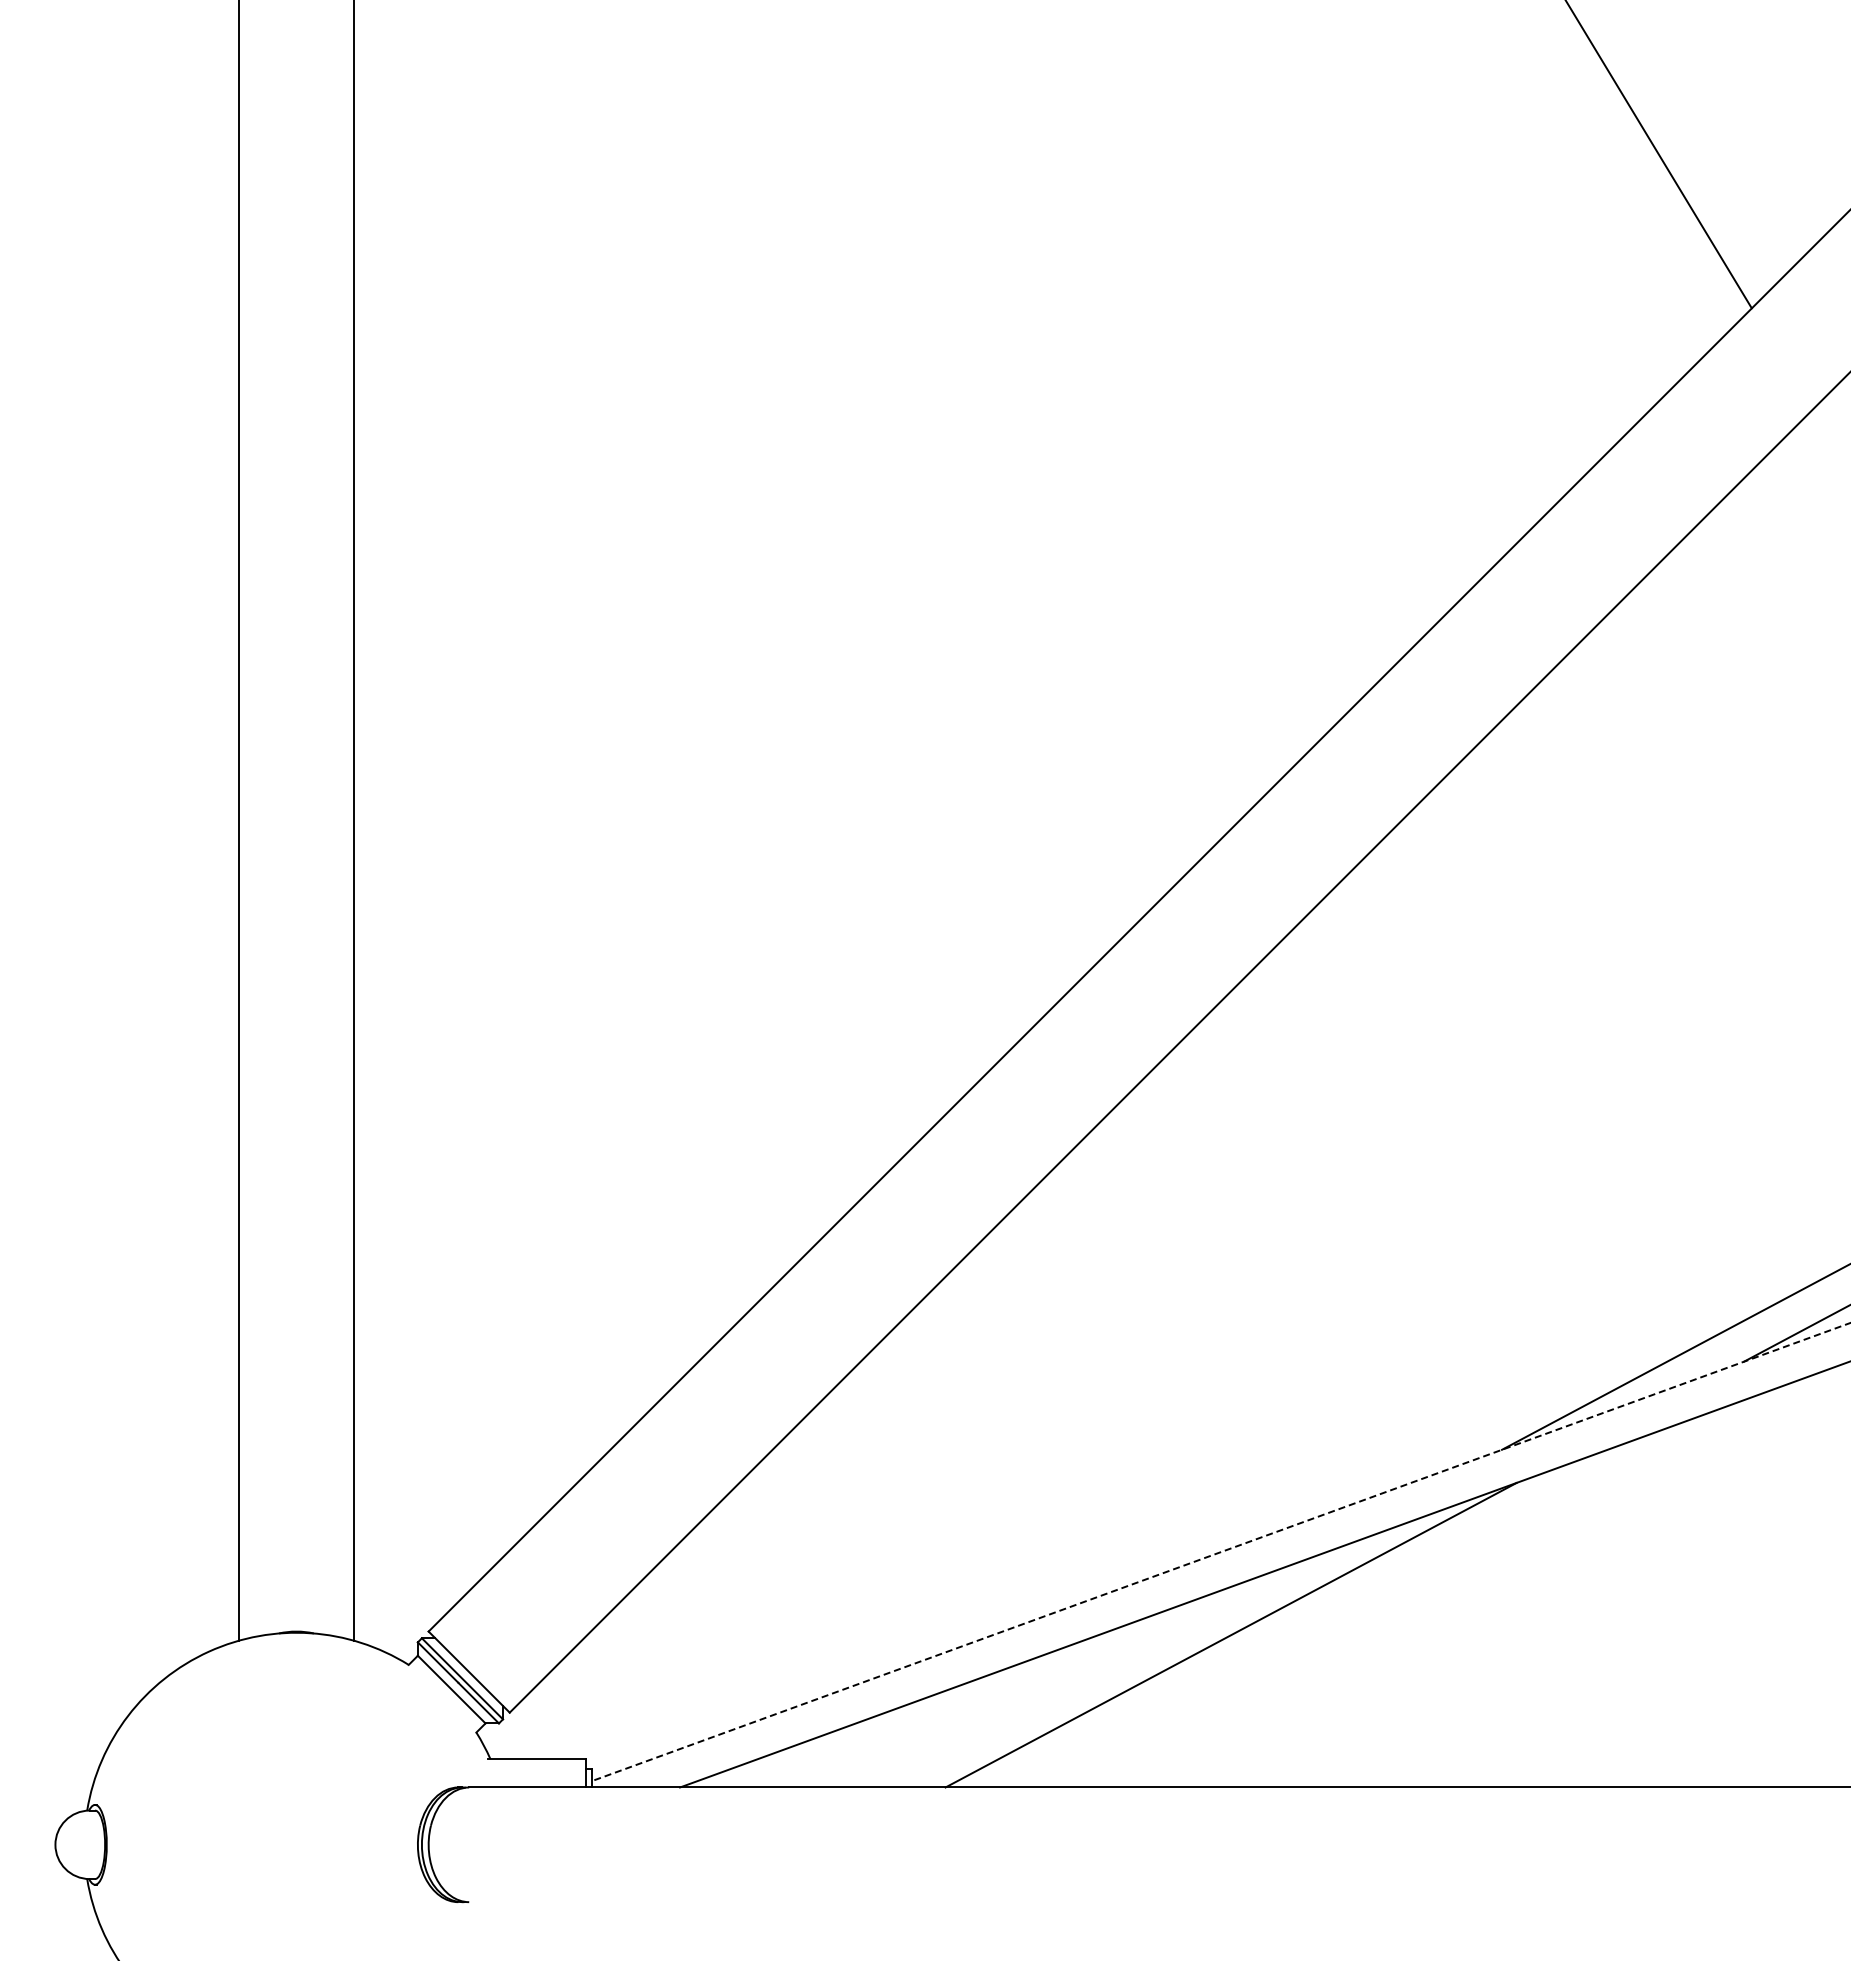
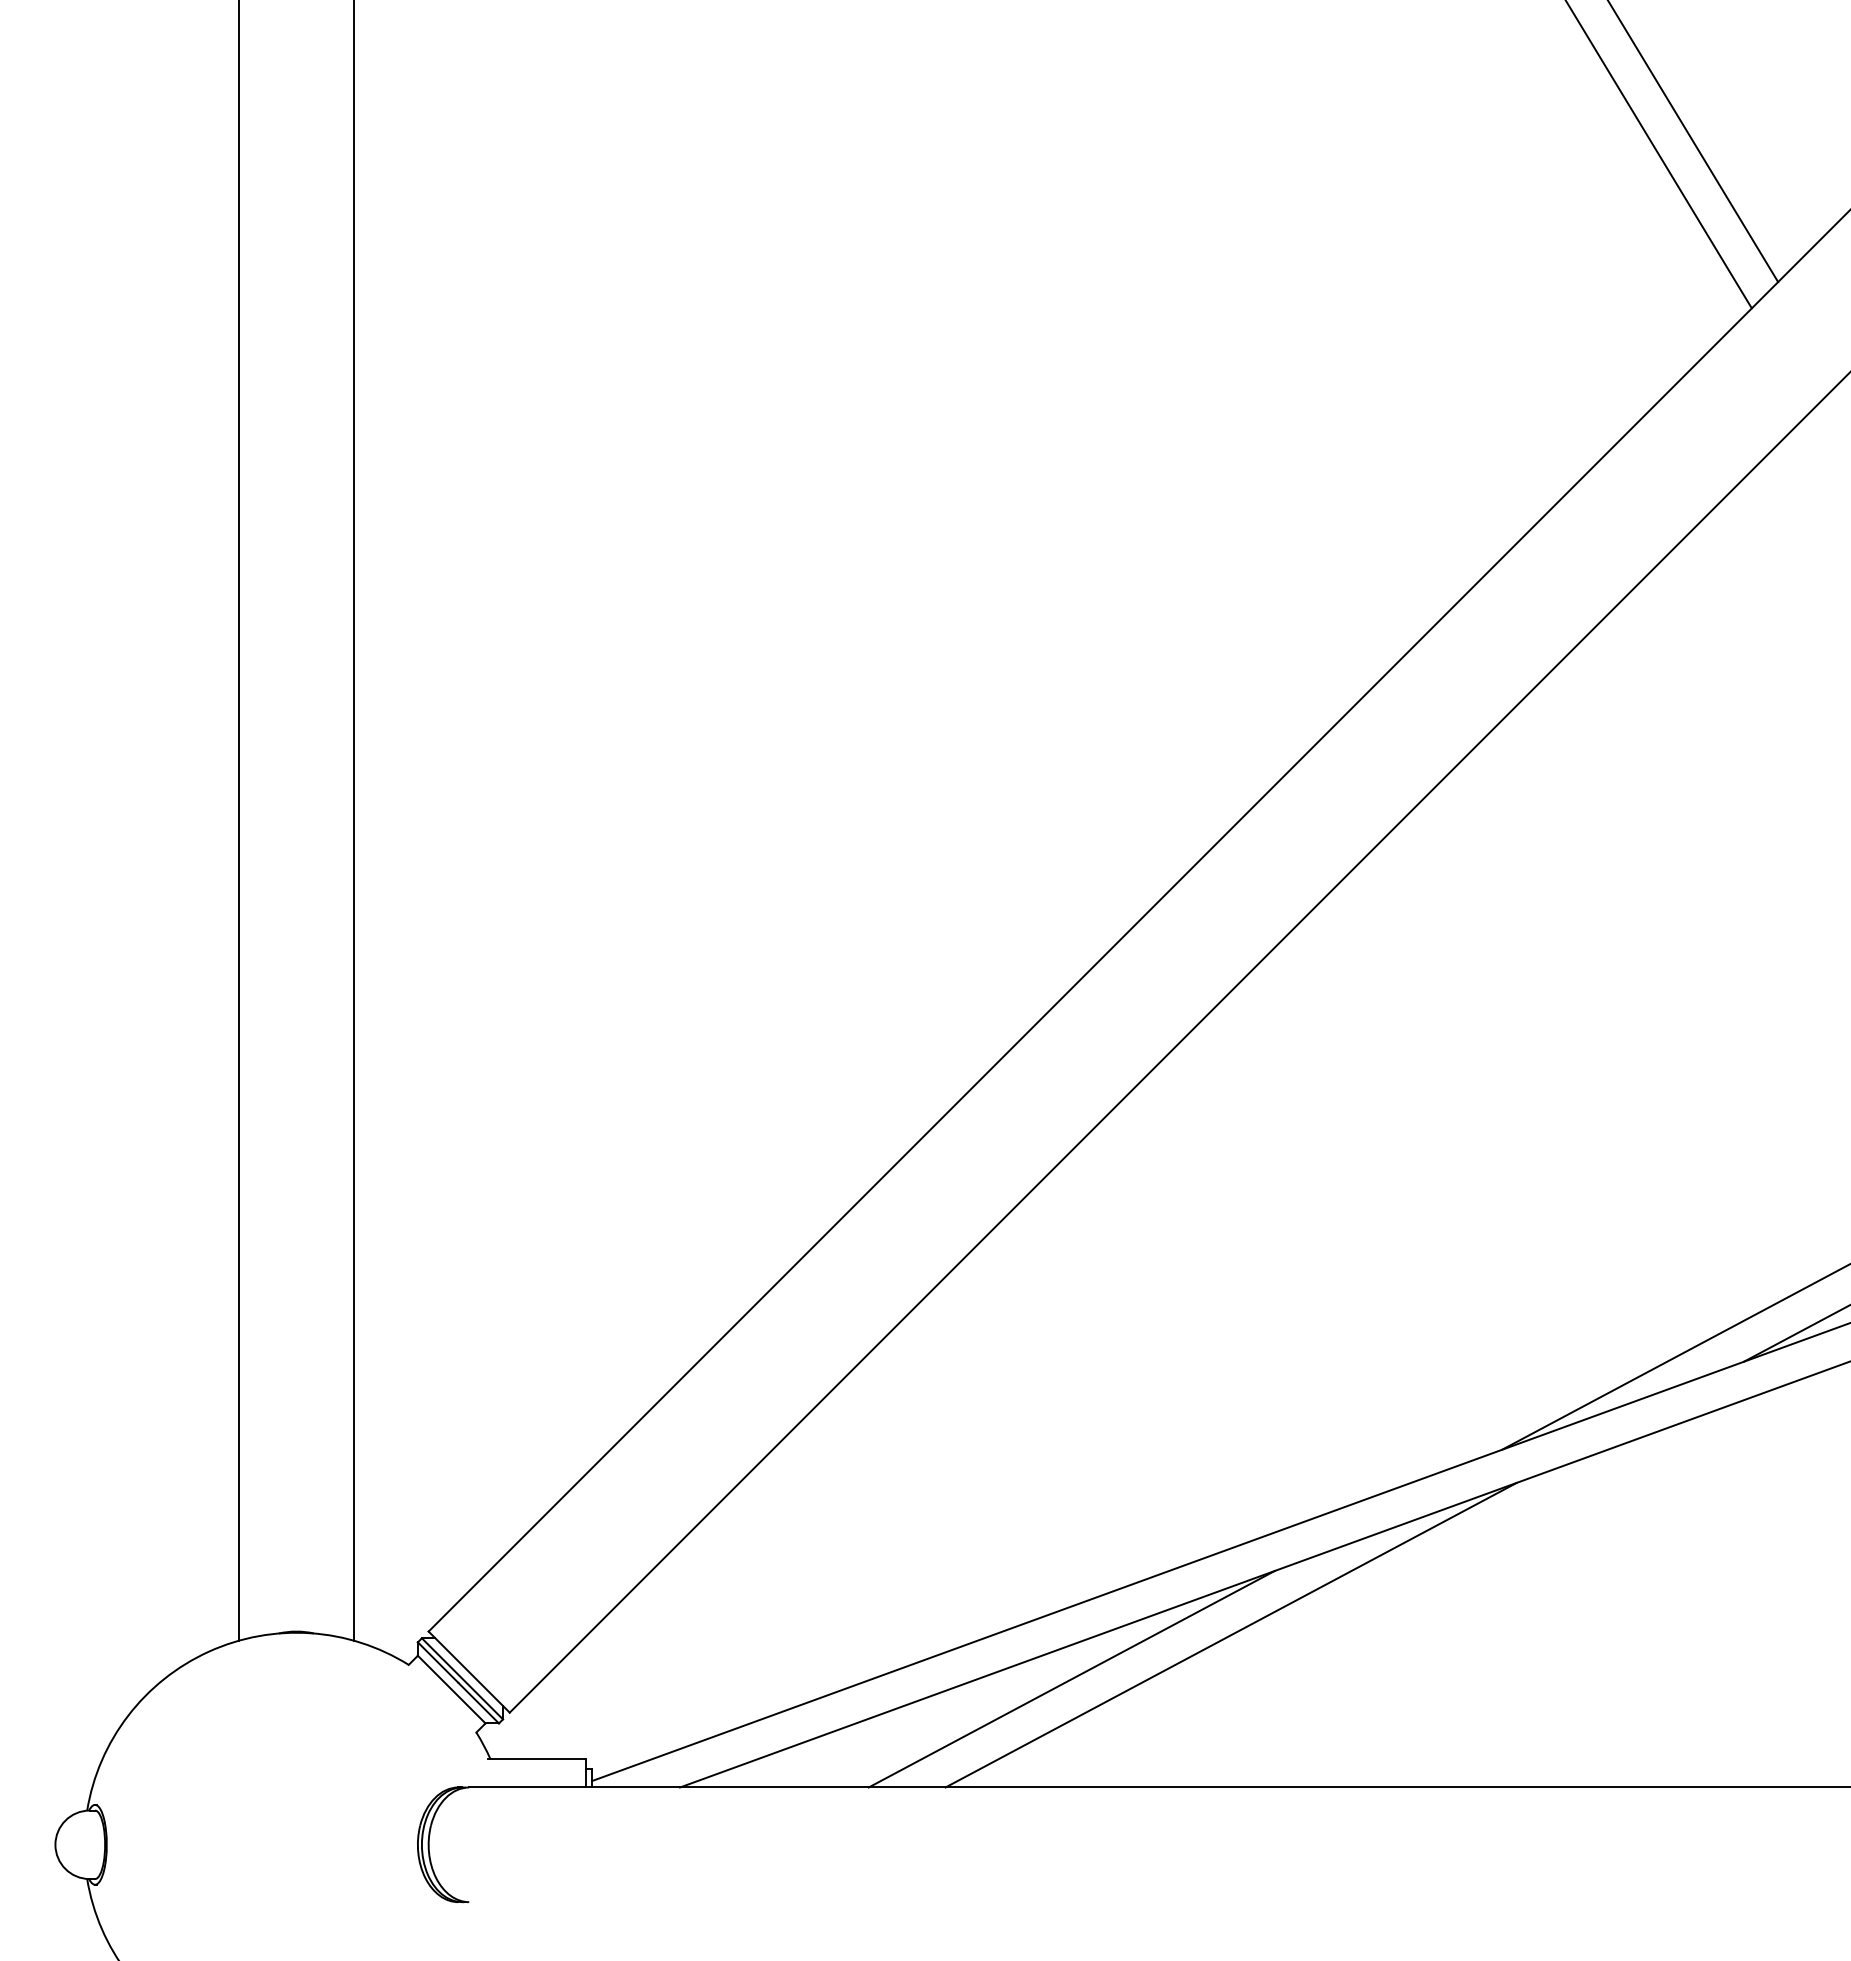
line at (1693, 142): none -> present
line at (1221, 1551): dashed -> solid
line at (1071, 1679): none -> present
